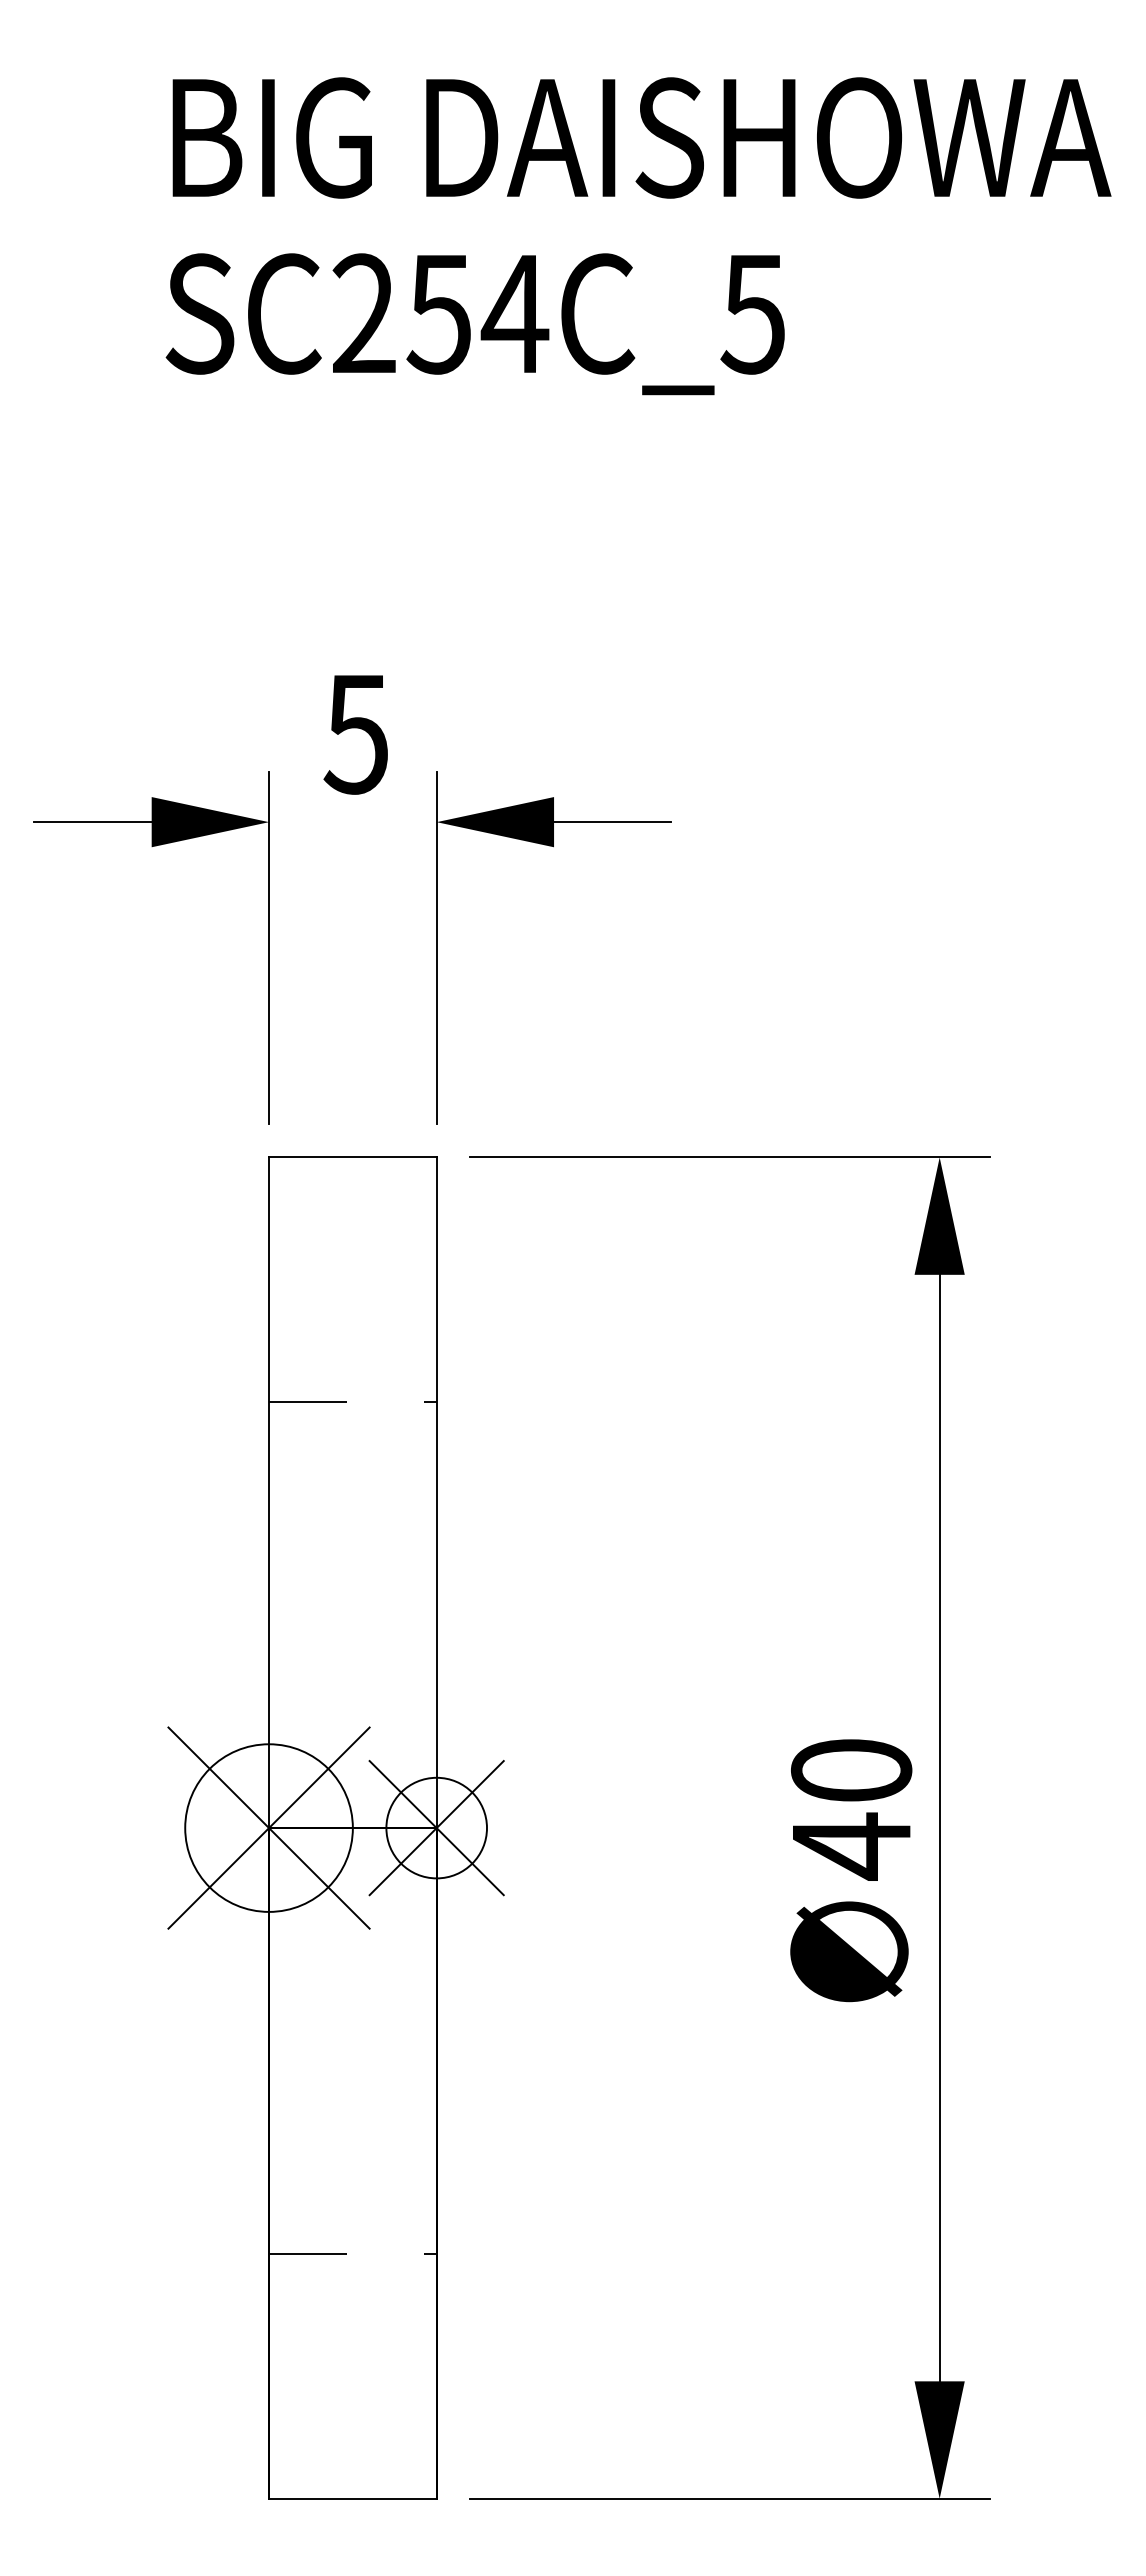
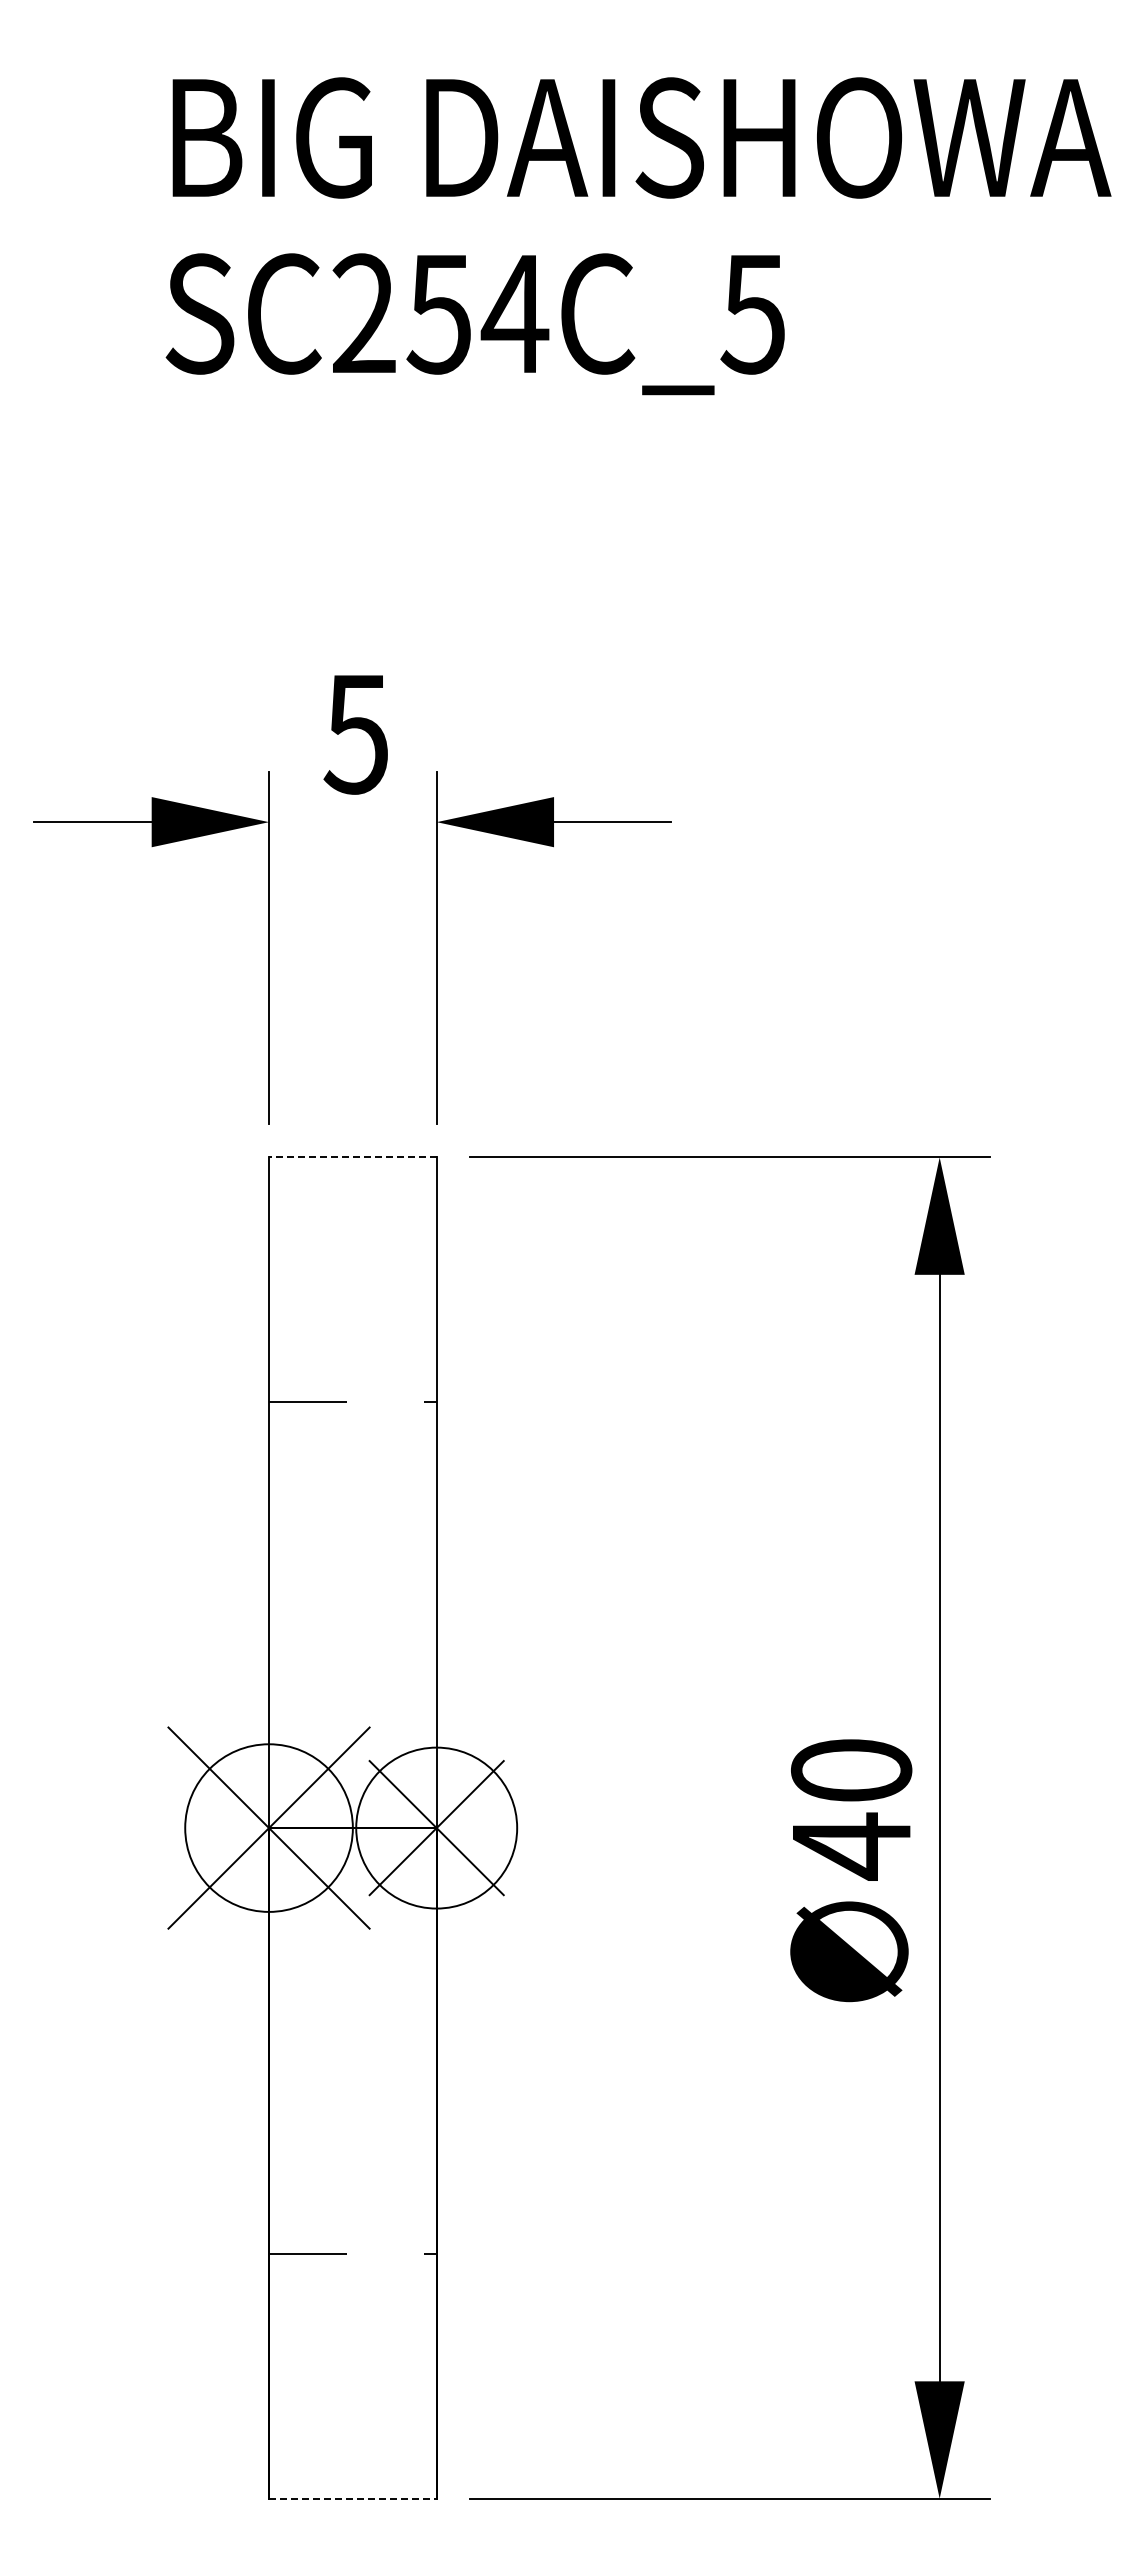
line at (352, 1157): solid -> dashed
circle at (436, 1827) diameter: 101 px -> 161 px
line at (352, 2498): solid -> dashed
